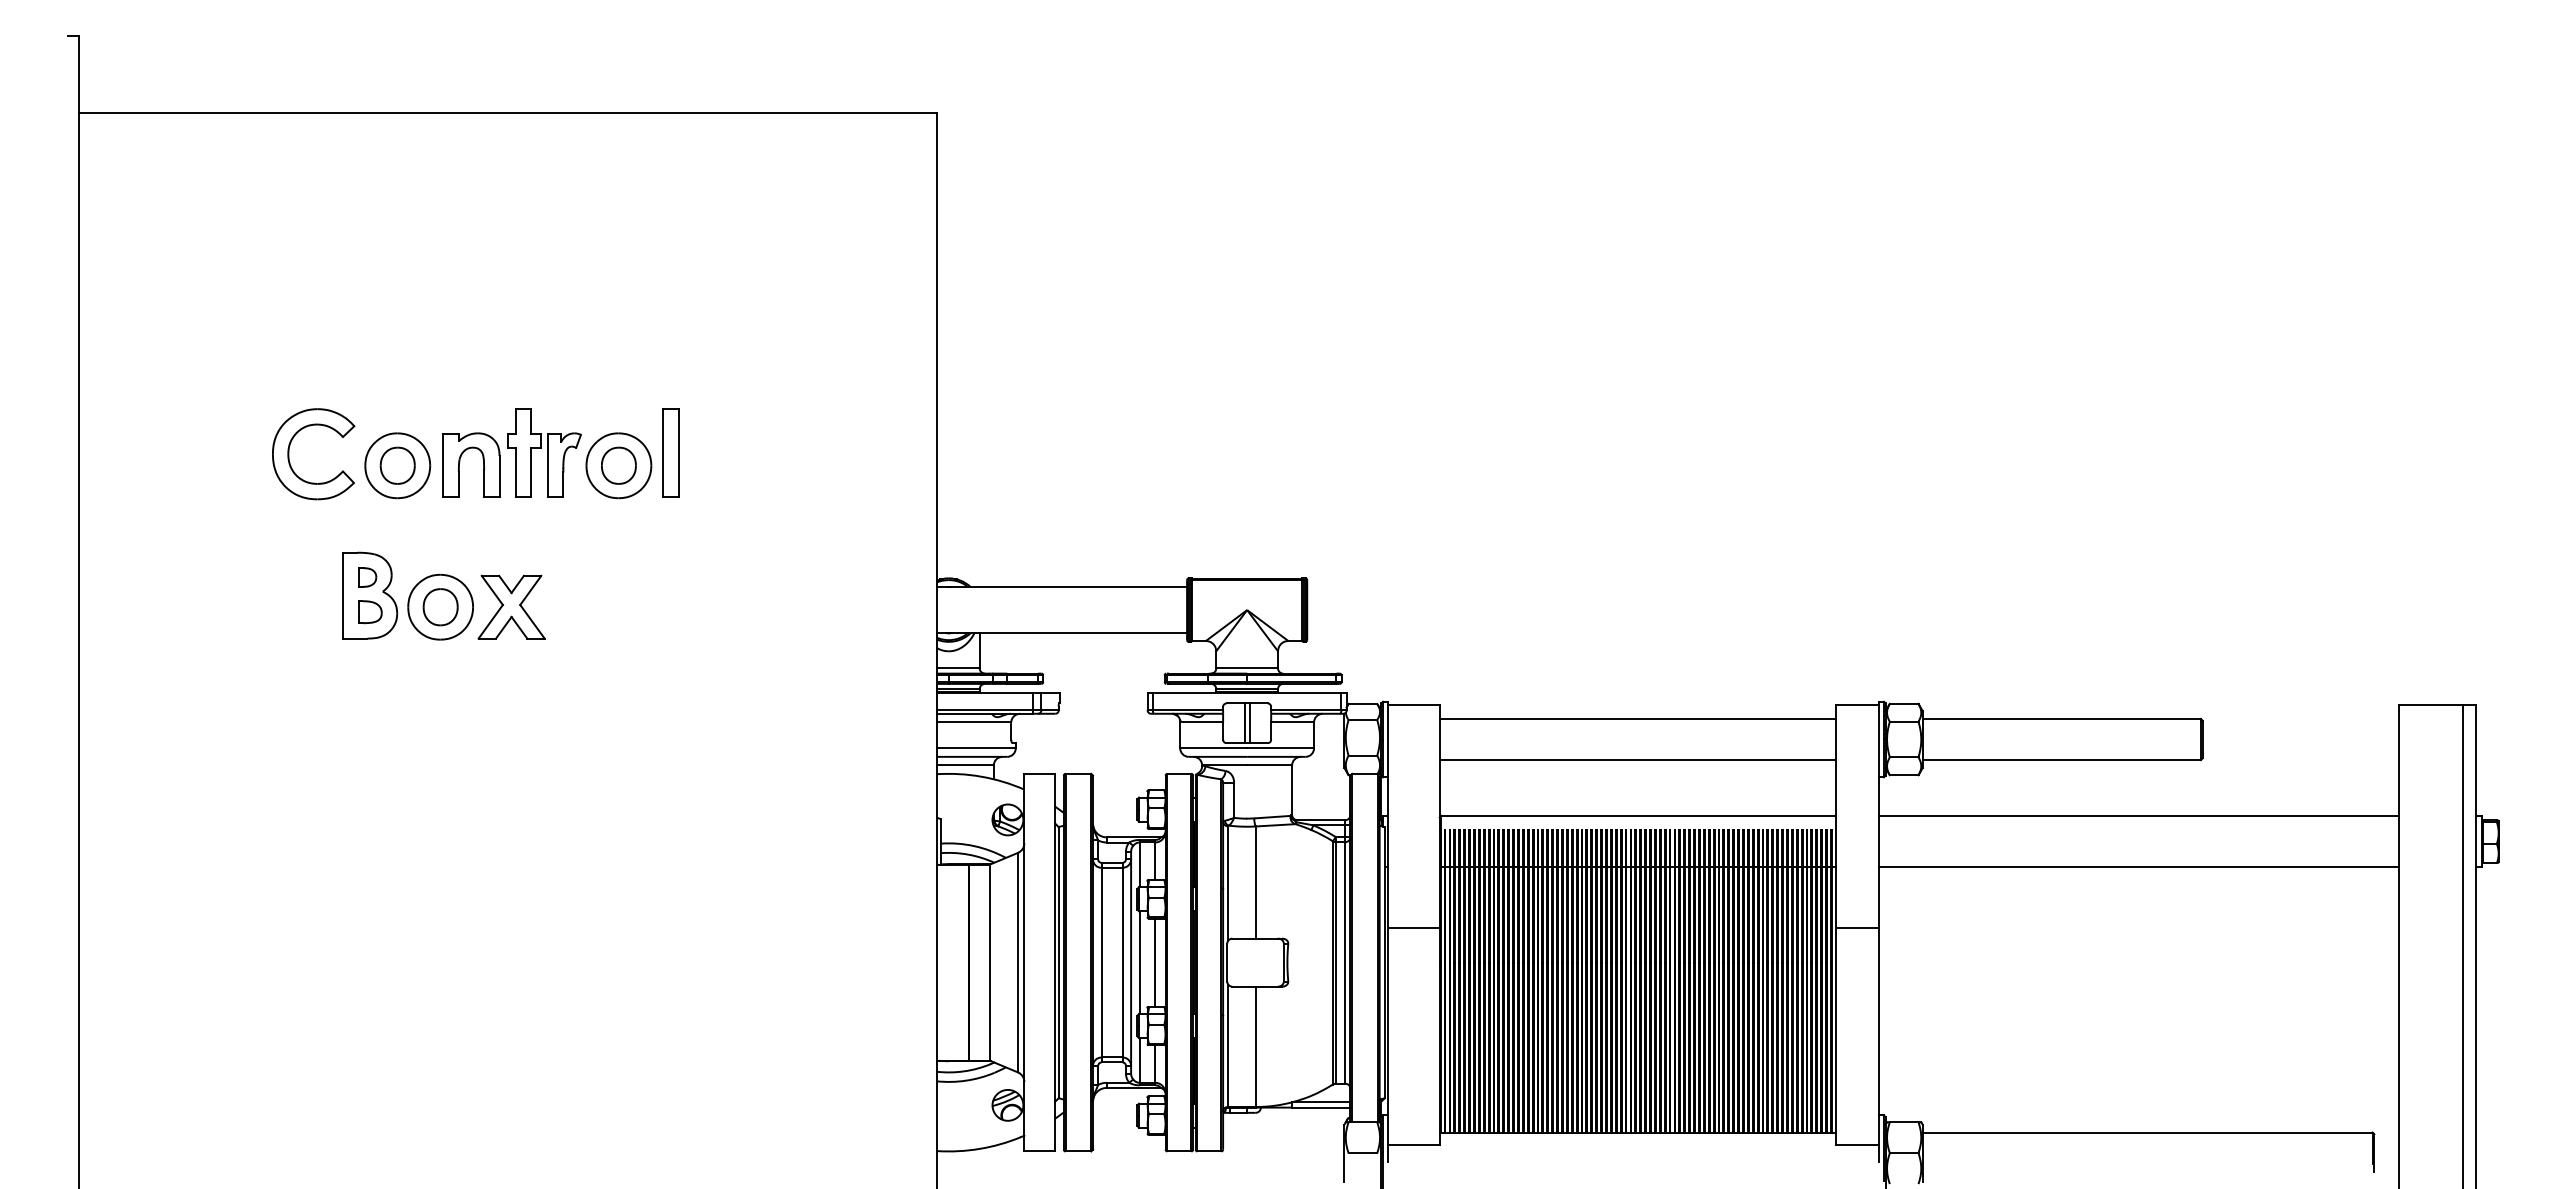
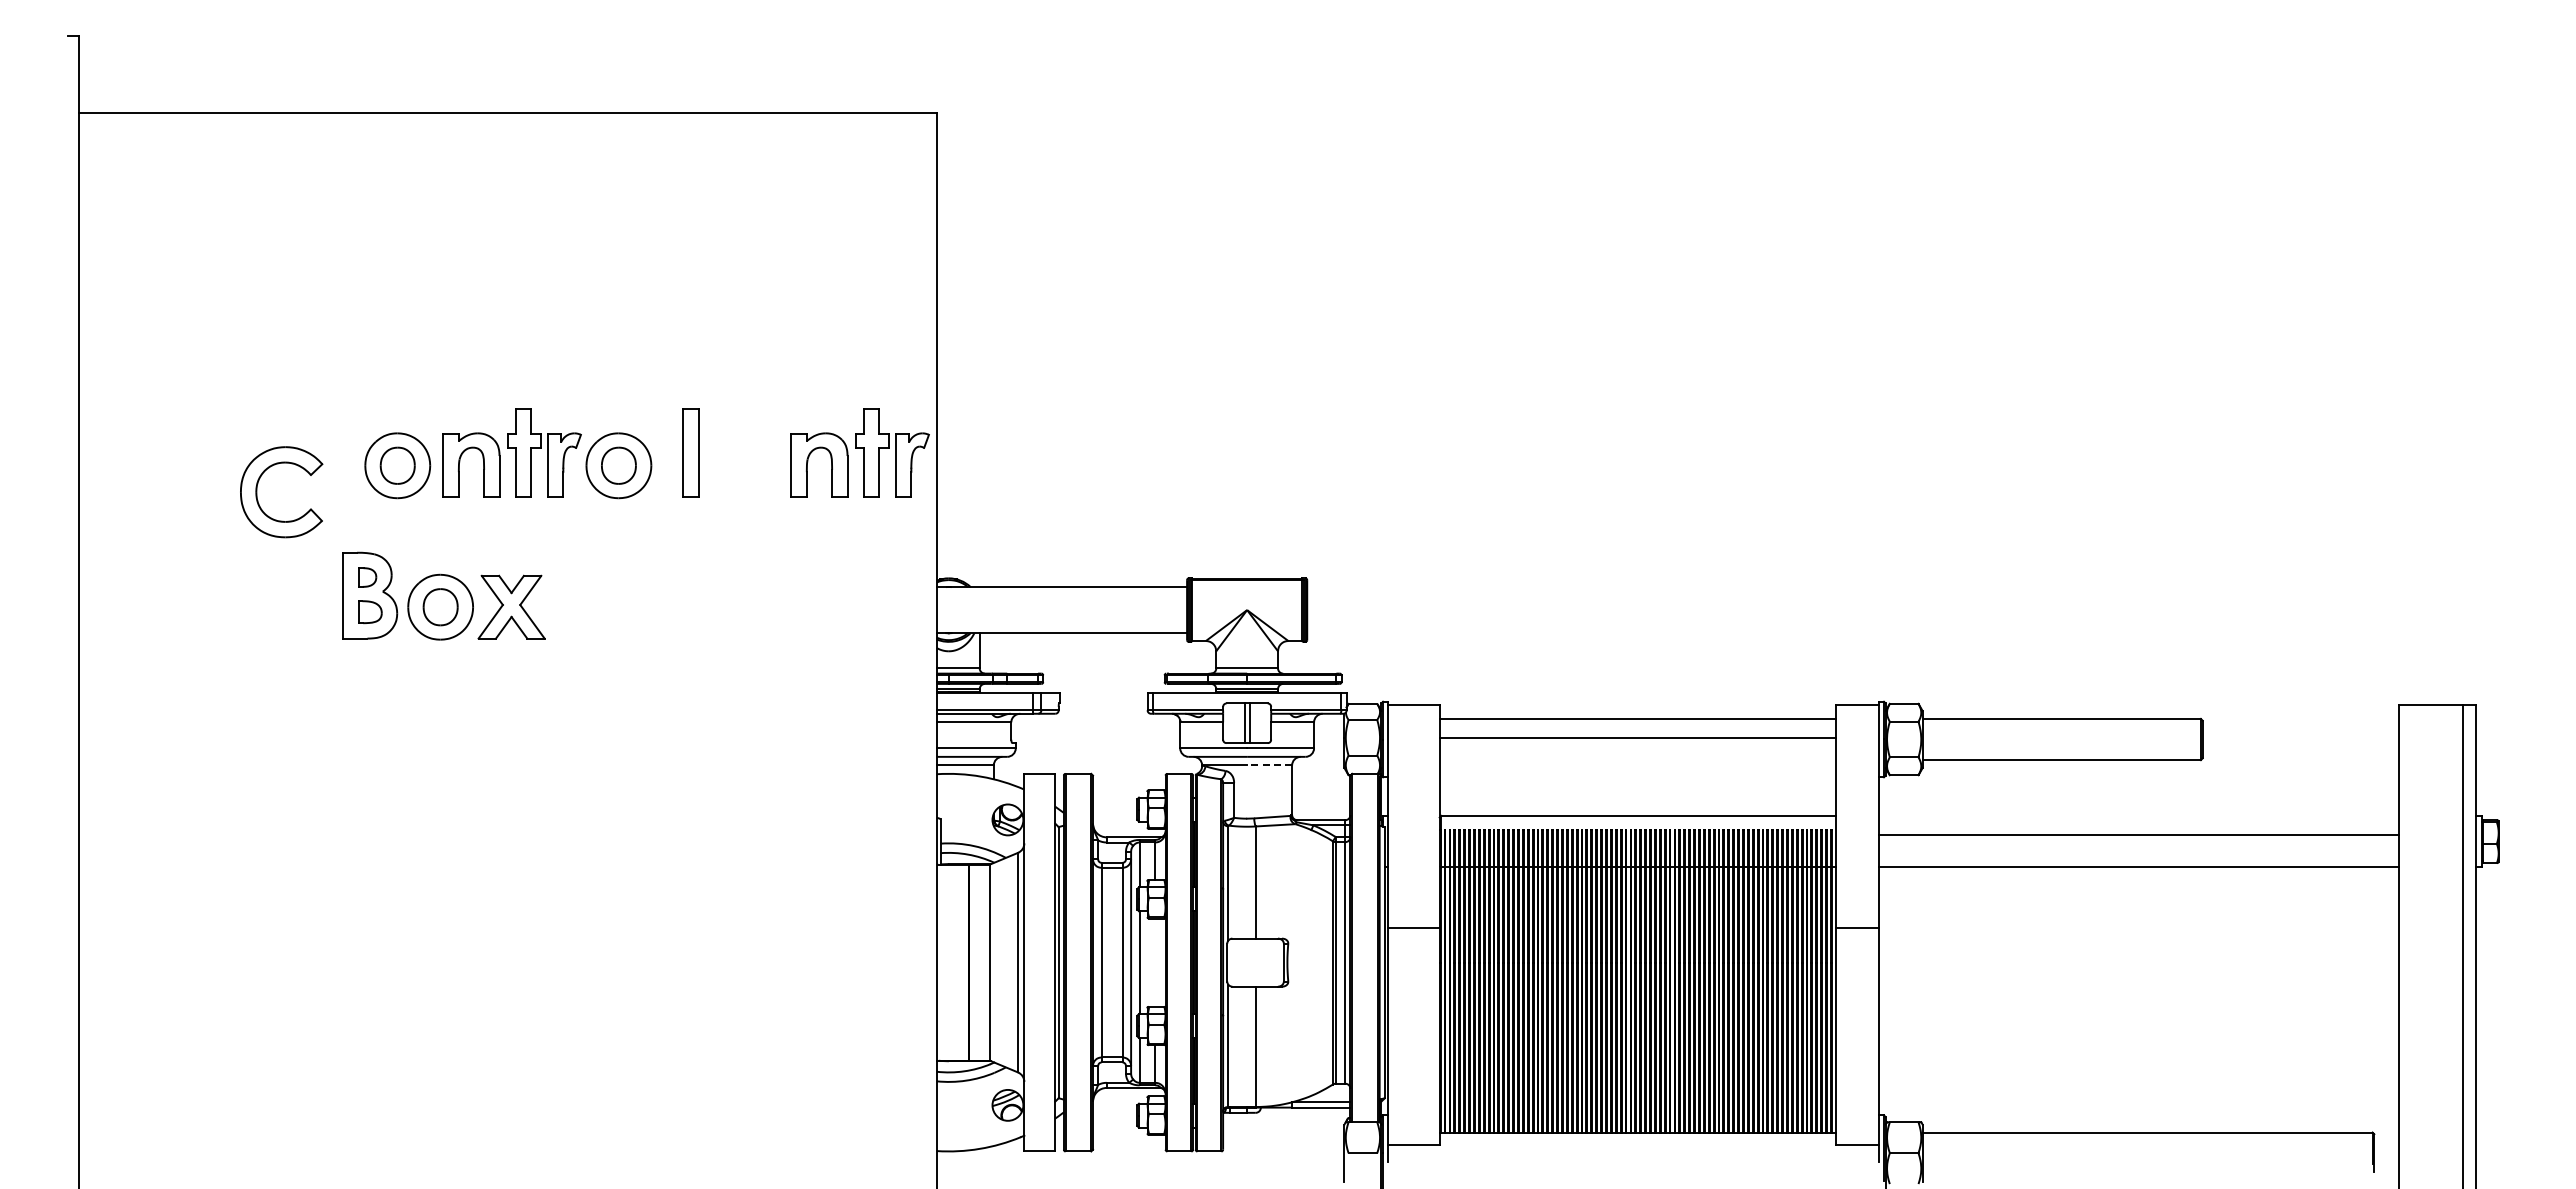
part at (670, 452) position: (670, 452) -> (690, 452)
part at (859, 452): none -> present
part at (289, 454) position: (289, 454) -> (257, 492)
line at (1637, 760) position: (1637, 760) -> (1637, 738)
line at (1269, 765): solid -> dashed
line at (2138, 815) position: (2138, 815) -> (2138, 834)
line at (1155, 962): present -> none
